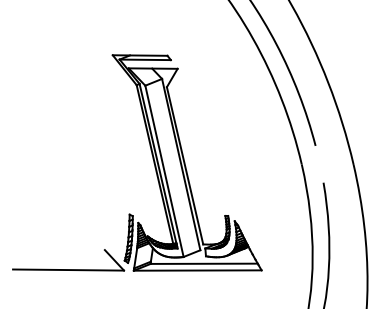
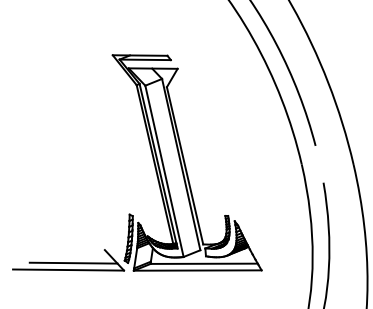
line at (73, 262): none -> present
